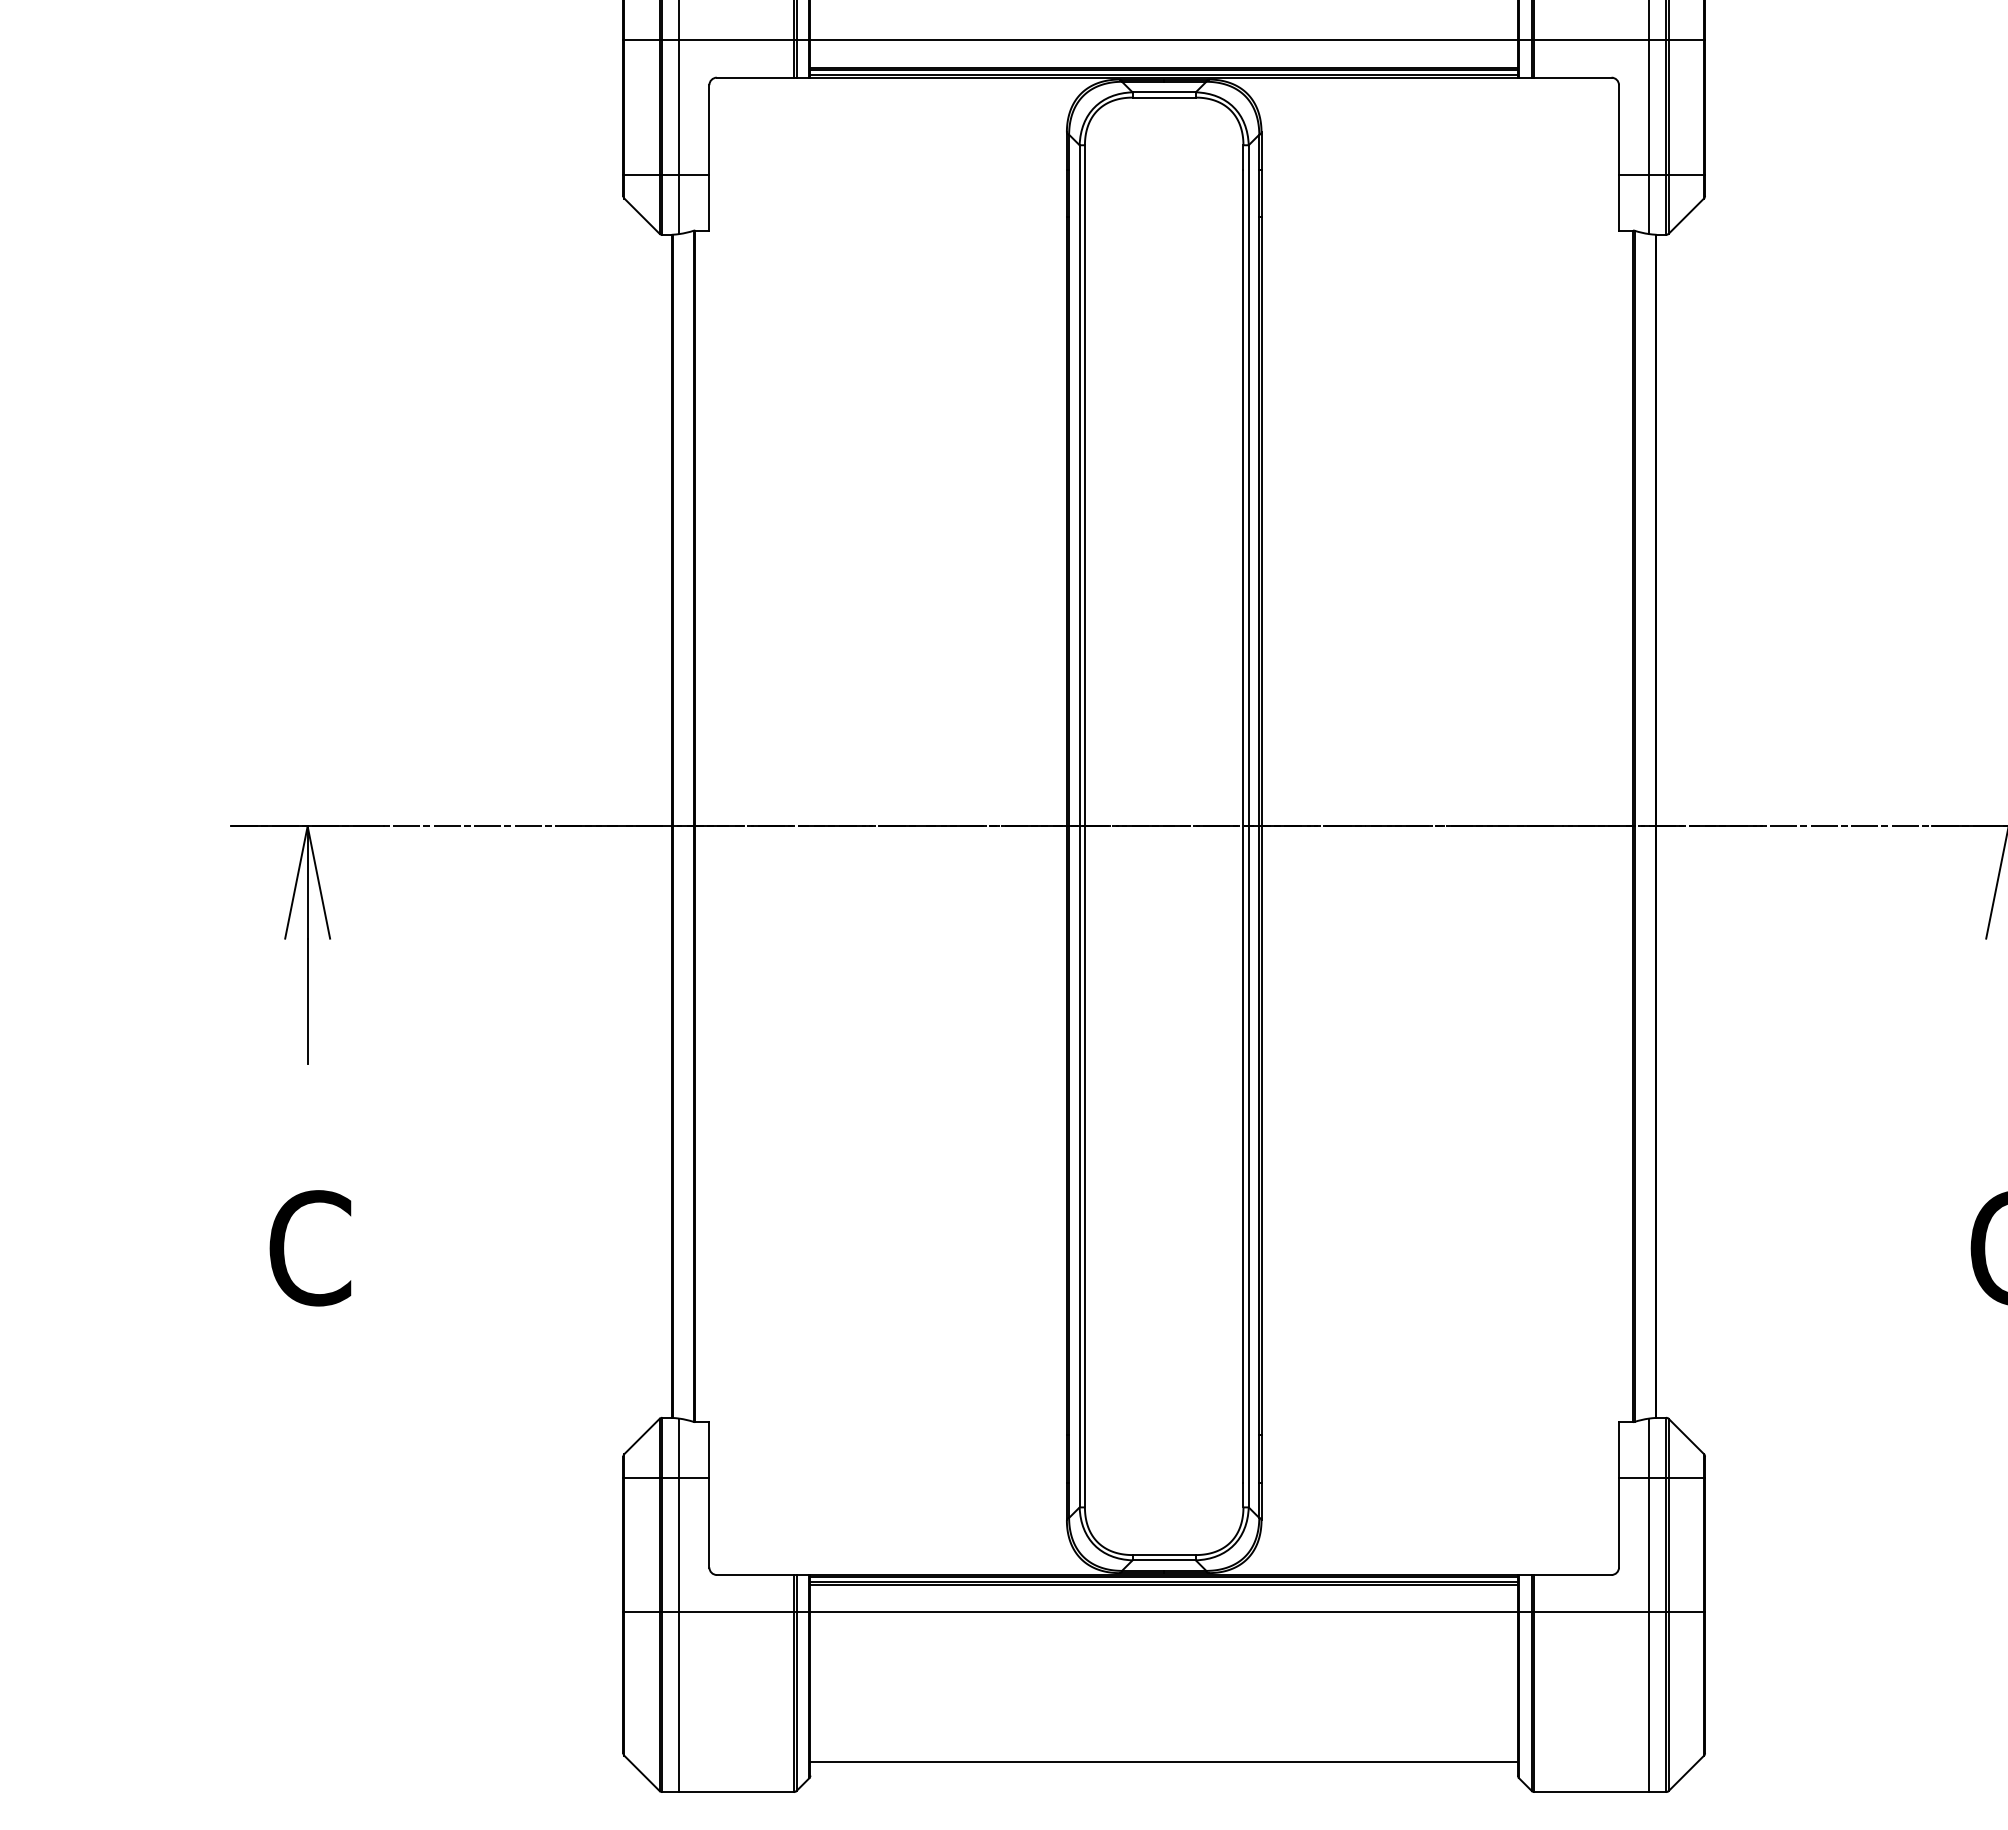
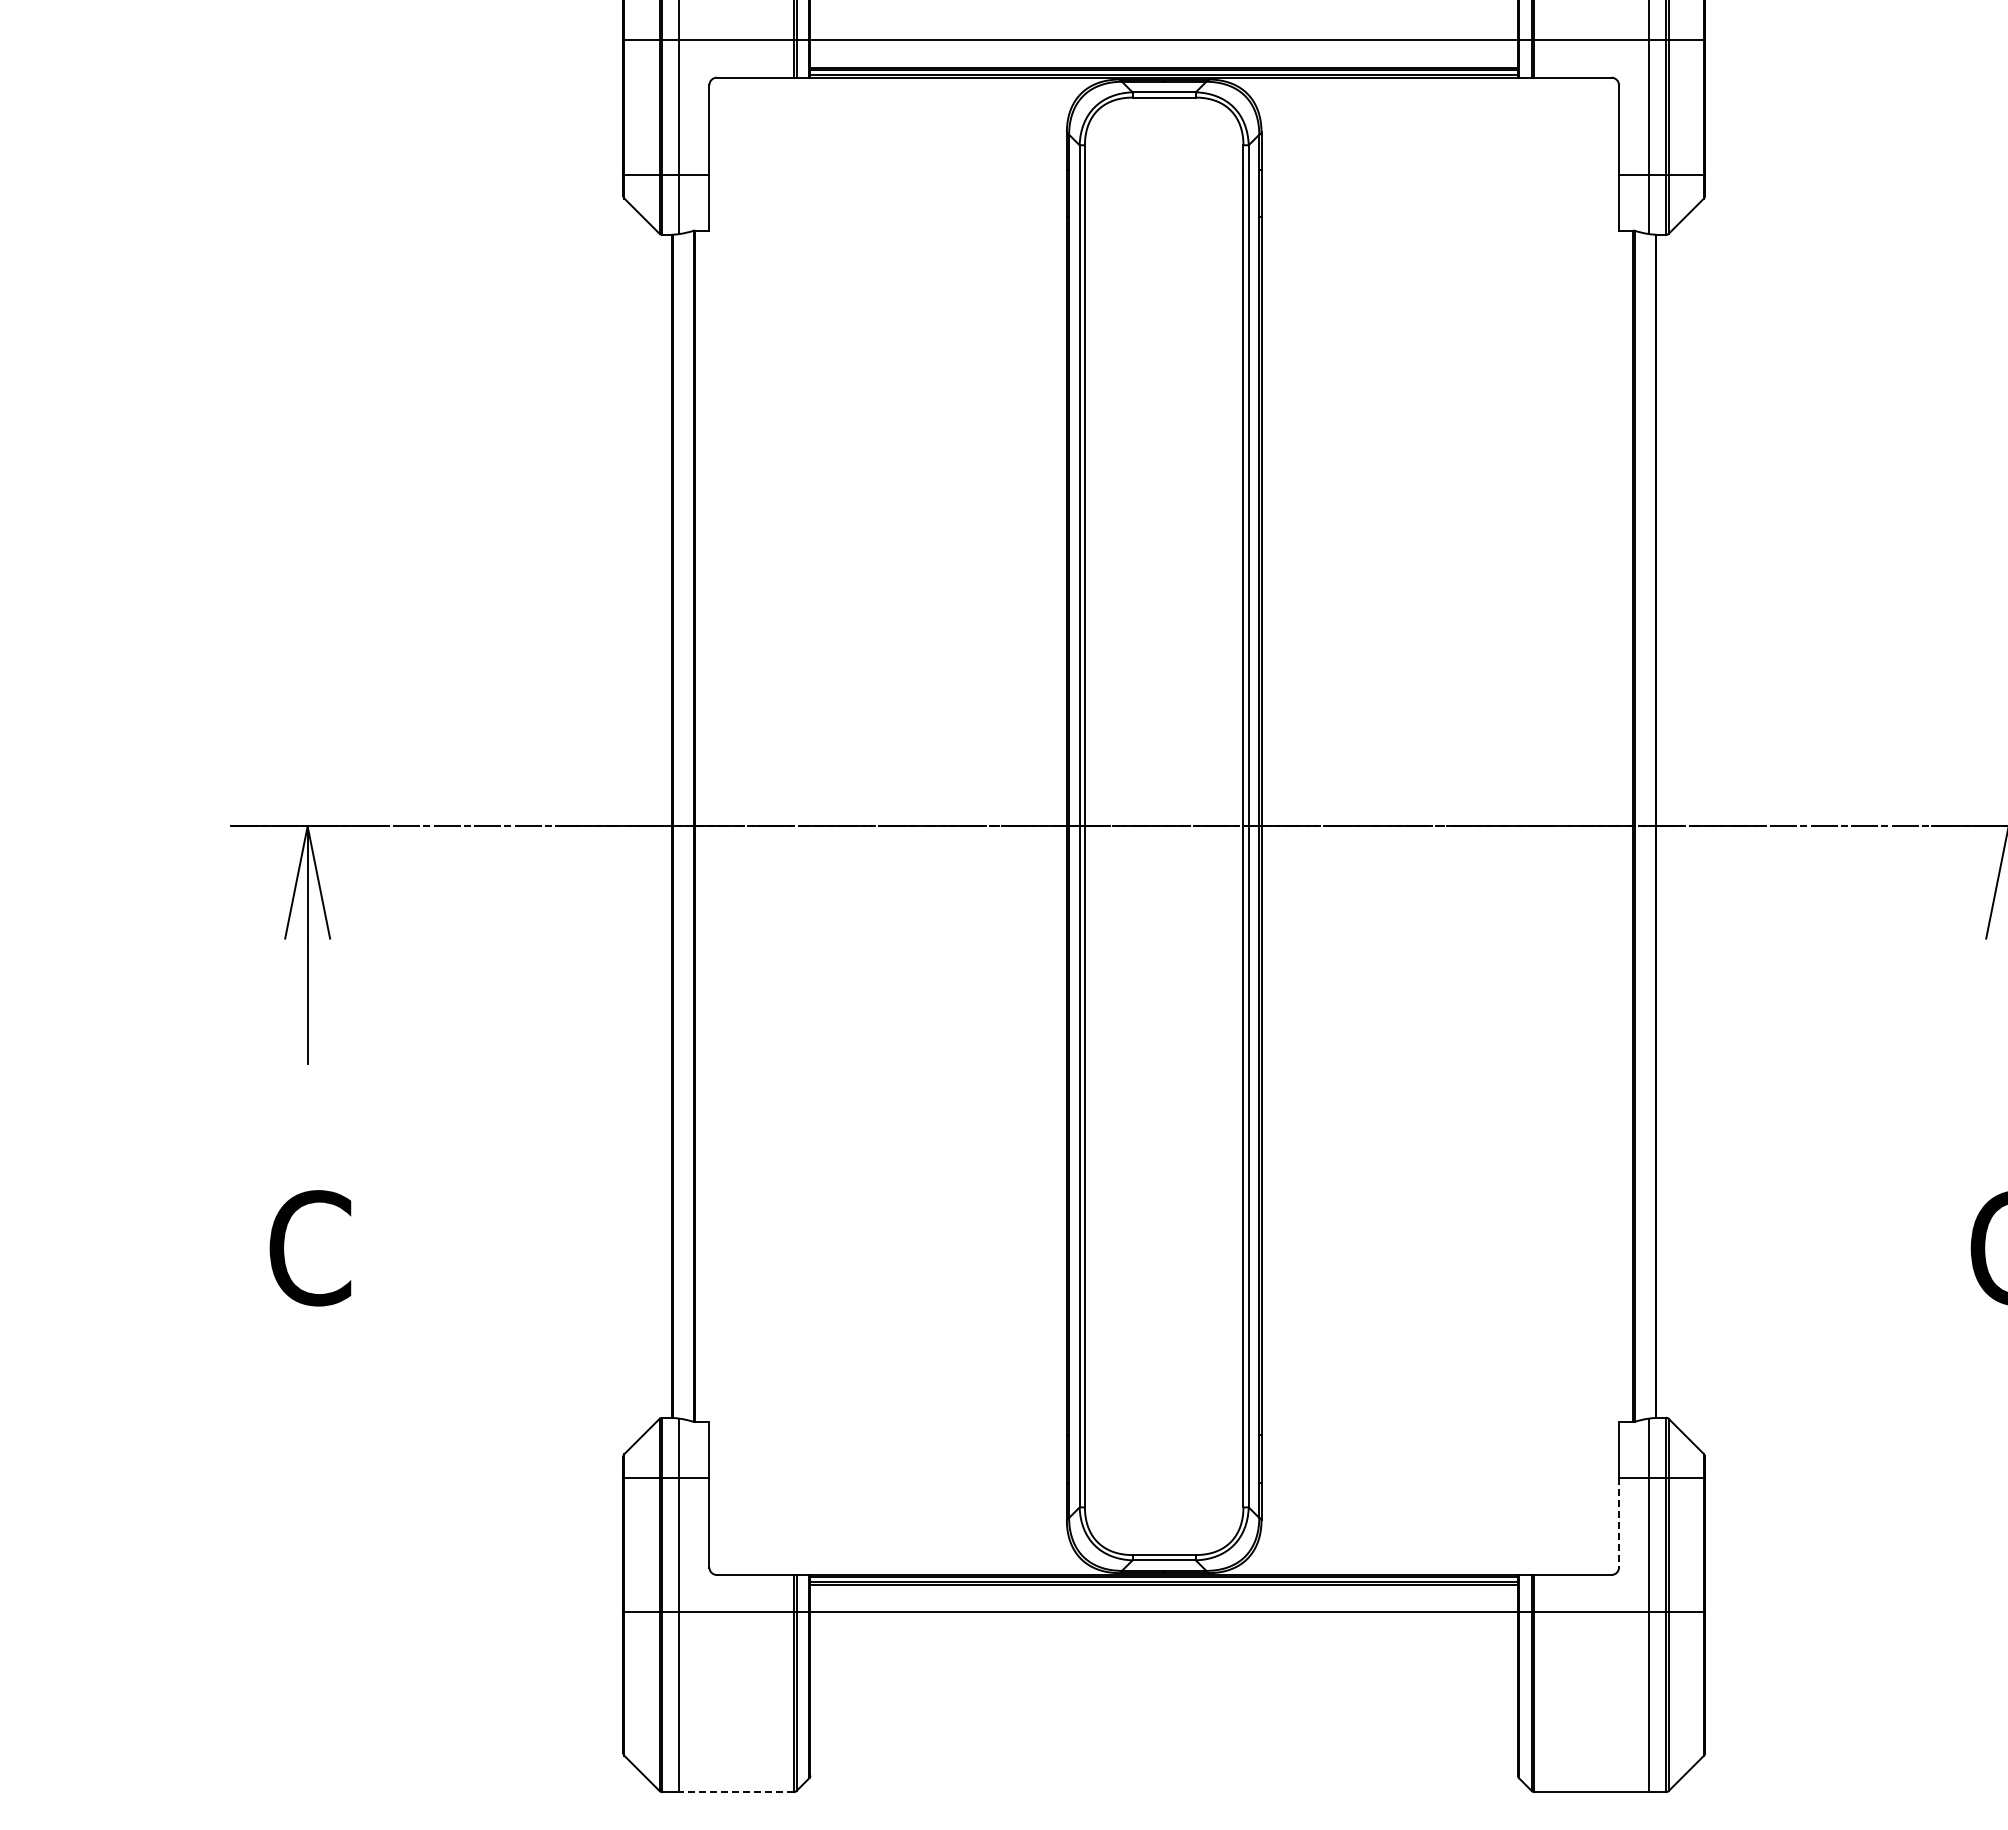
line at (1619, 1522): solid -> dashed
line at (1163, 1762): present -> none
line at (736, 1792): solid -> dashed
